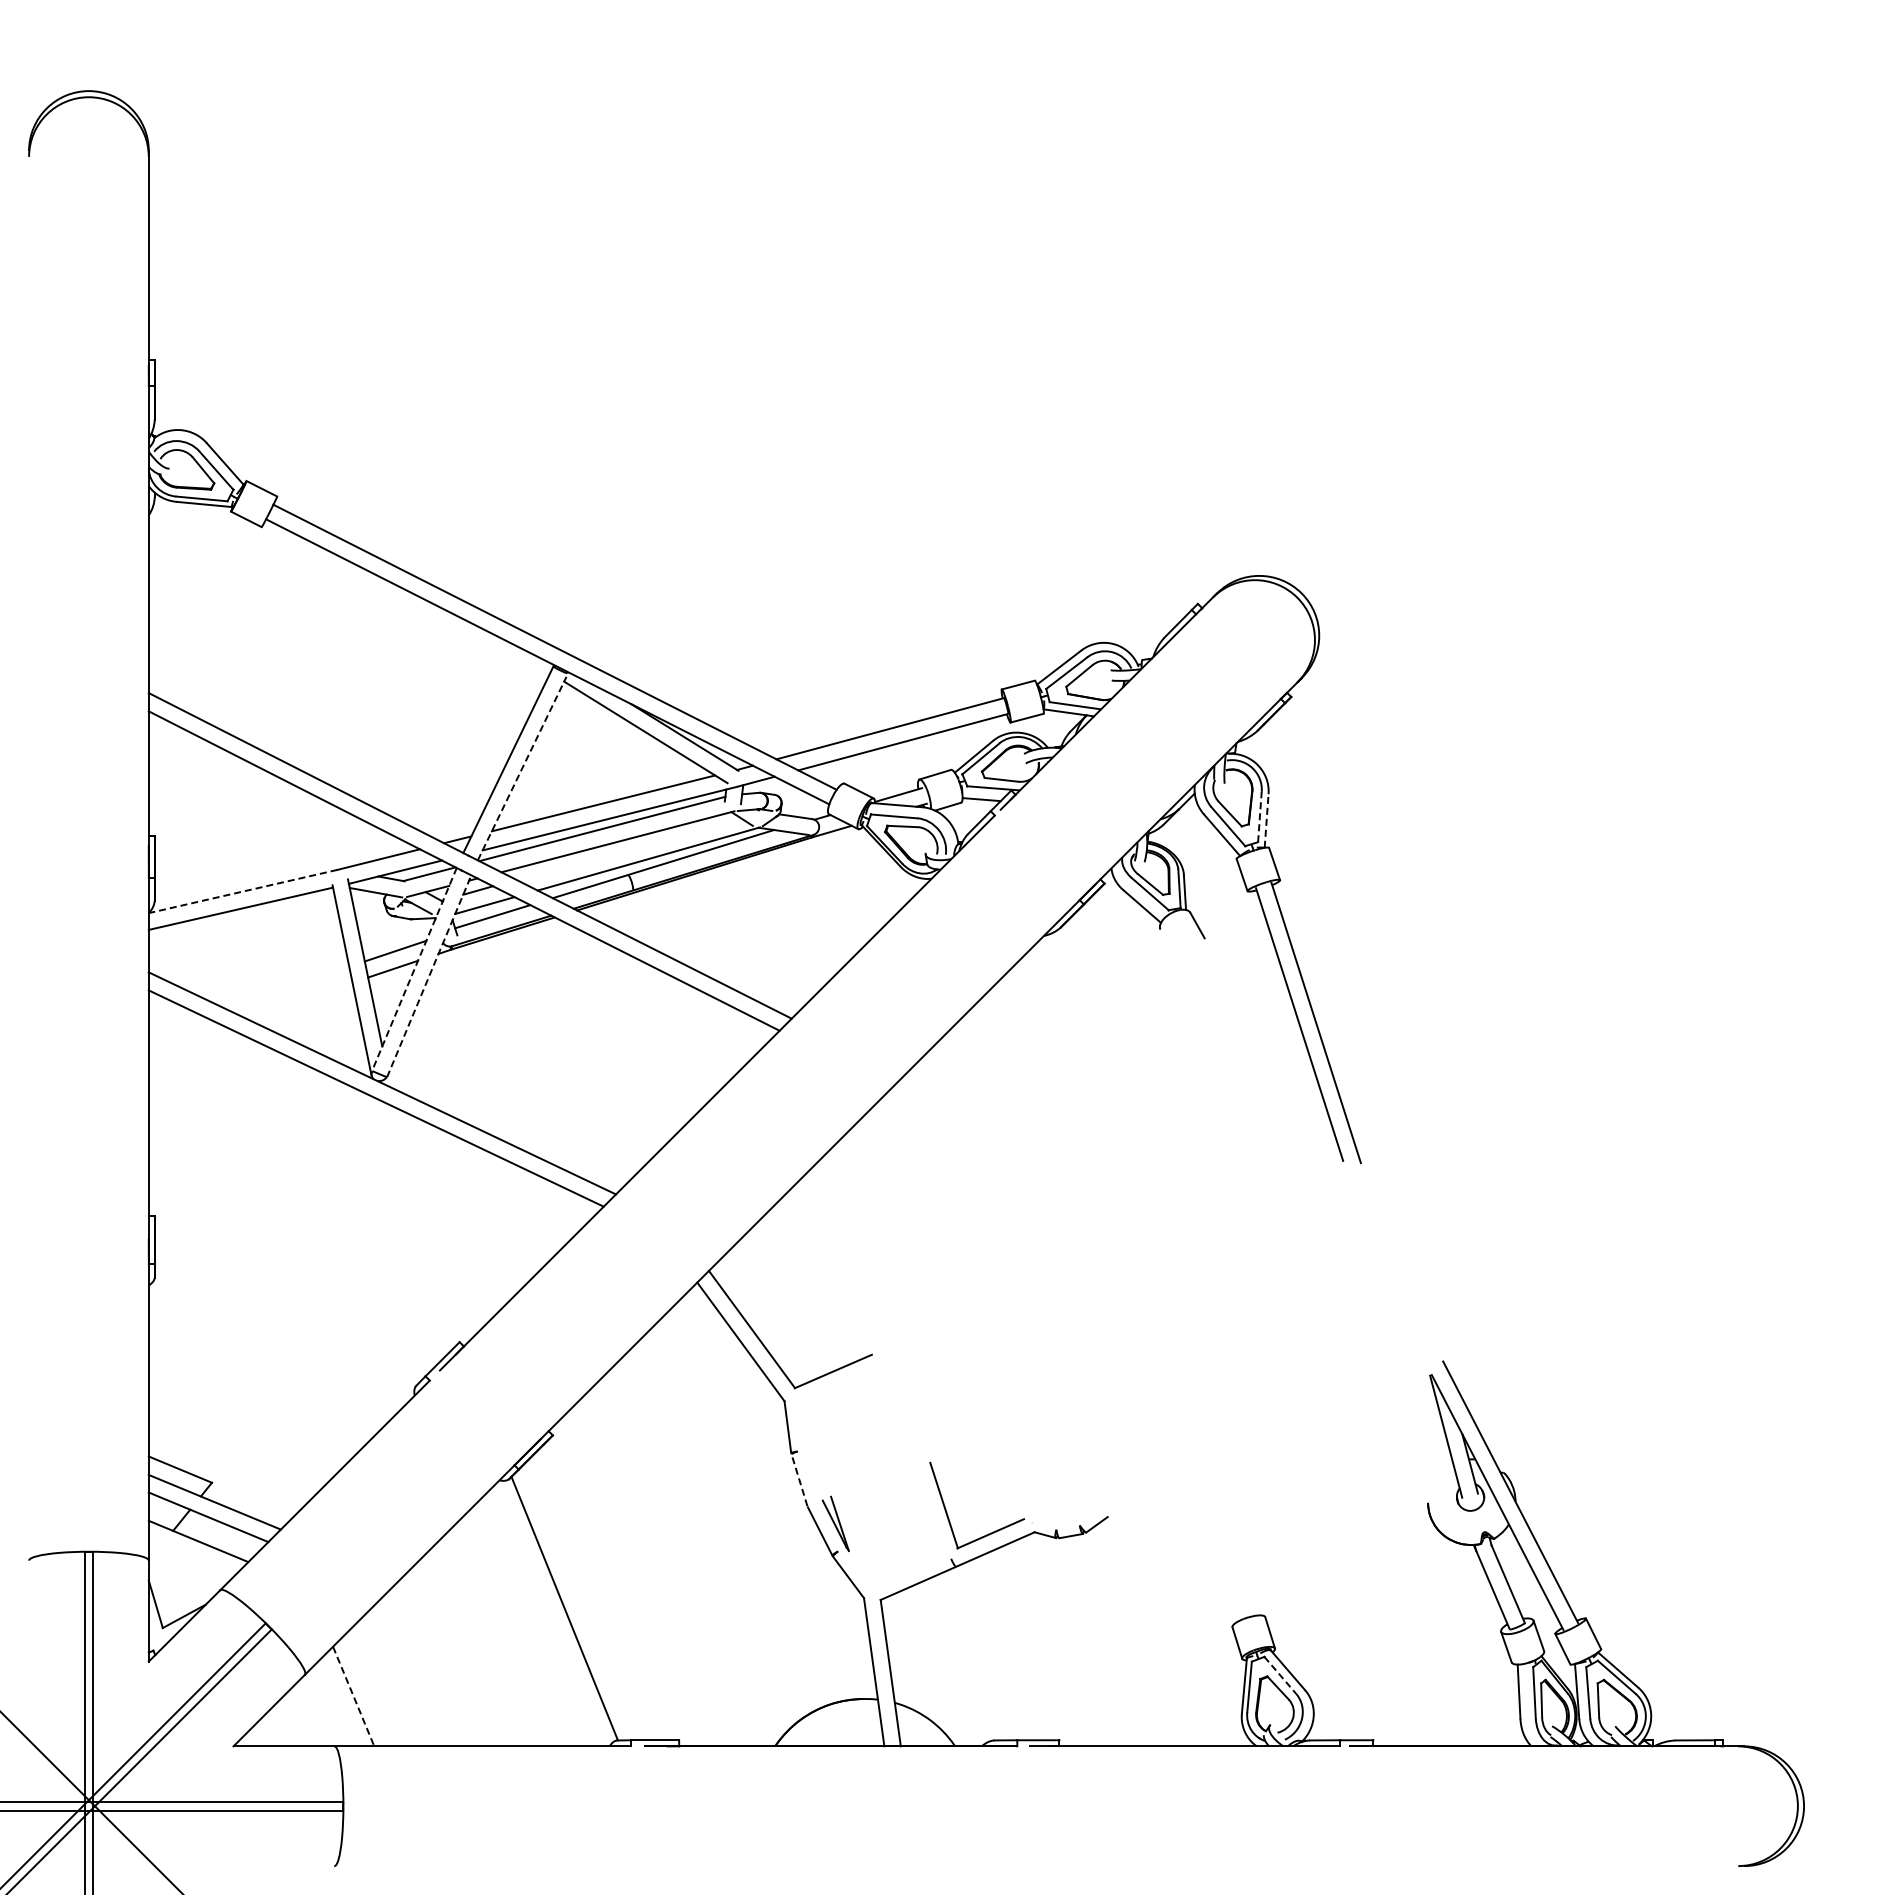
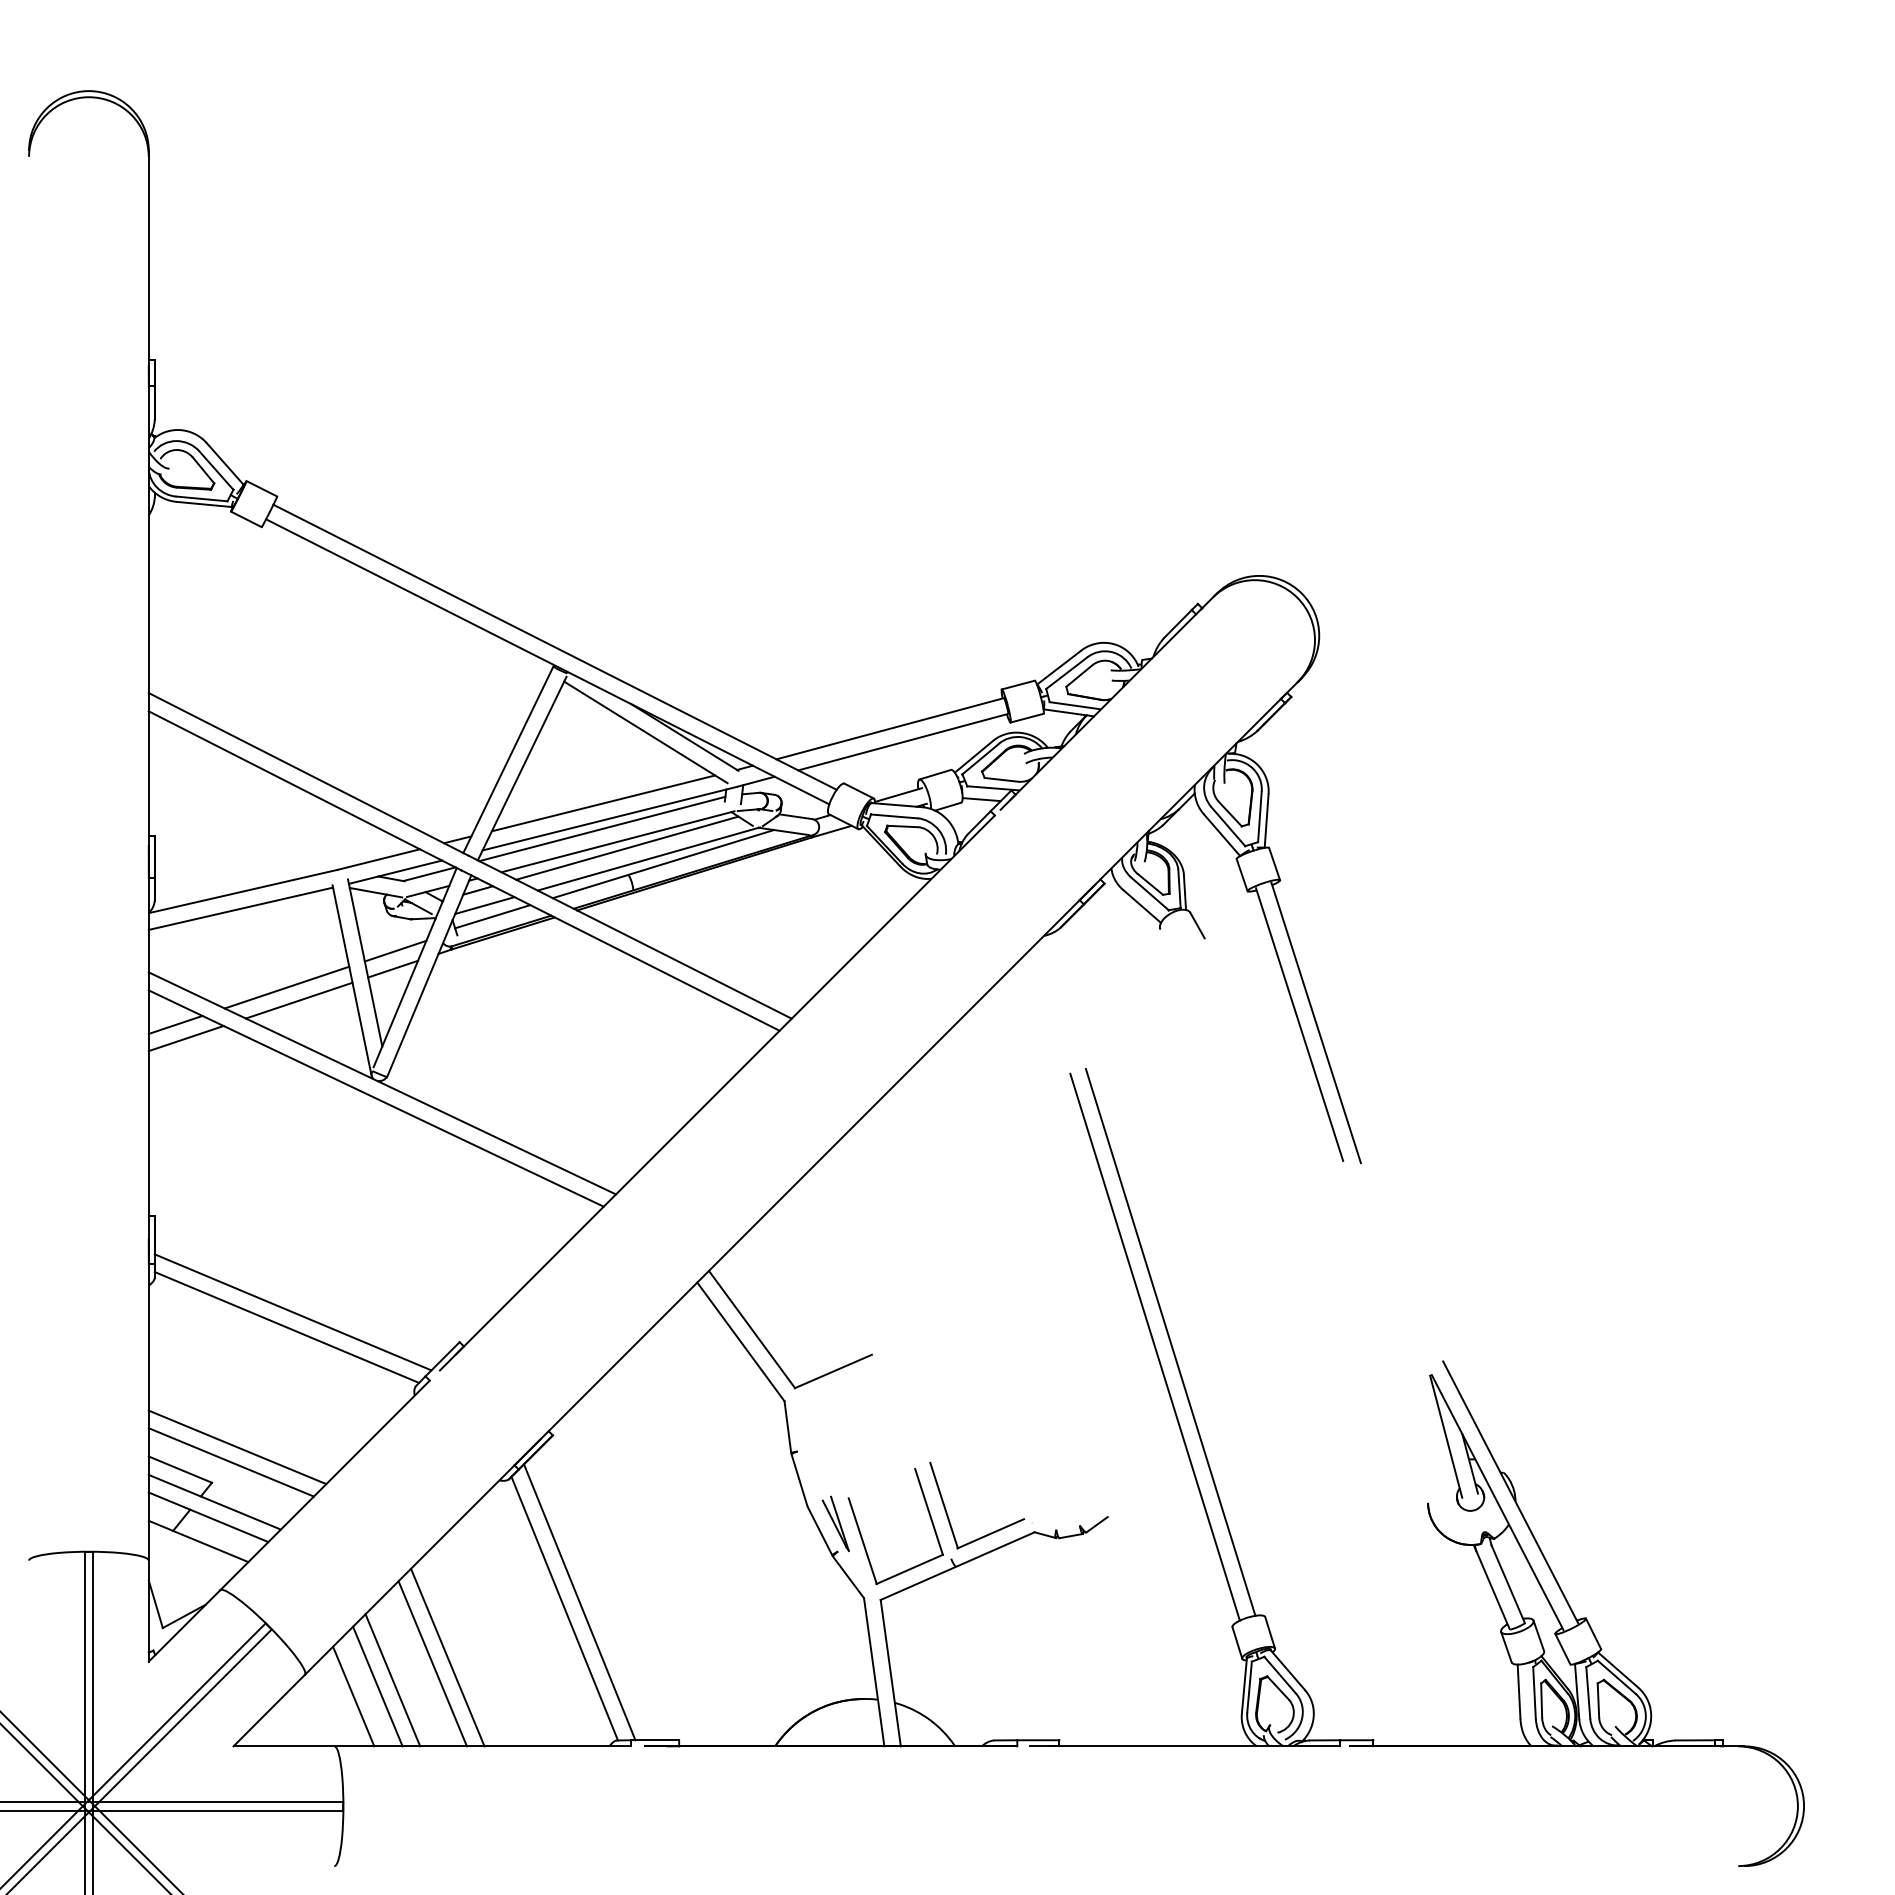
line at (522, 768): dashed -> solid
line at (1259, 816): dashed -> solid
line at (1266, 821): dashed -> solid
line at (627, 847): none -> present
line at (243, 891): dashed -> solid
line at (415, 967): dashed -> solid
line at (429, 975): dashed -> solid
line at (286, 987): none -> present
line at (298, 1000): none -> present
line at (175, 1024): none -> present
line at (185, 1038): none -> present
line at (292, 1312): none -> present
line at (286, 1327): none -> present
line at (1170, 1341): none -> present
line at (1154, 1346): none -> present
line at (237, 1447): none -> present
line at (230, 1462): none -> present
line at (799, 1479): dashed -> solid
part at (862, 1536): none -> present
line at (579, 1602): none -> present
line at (447, 1657): none -> present
line at (432, 1663): none -> present
line at (1280, 1675): dashed -> solid
line at (392, 1680): none -> present
line at (377, 1686): none -> present
line at (353, 1696): dashed -> solid
line at (85, 1808): none -> present
